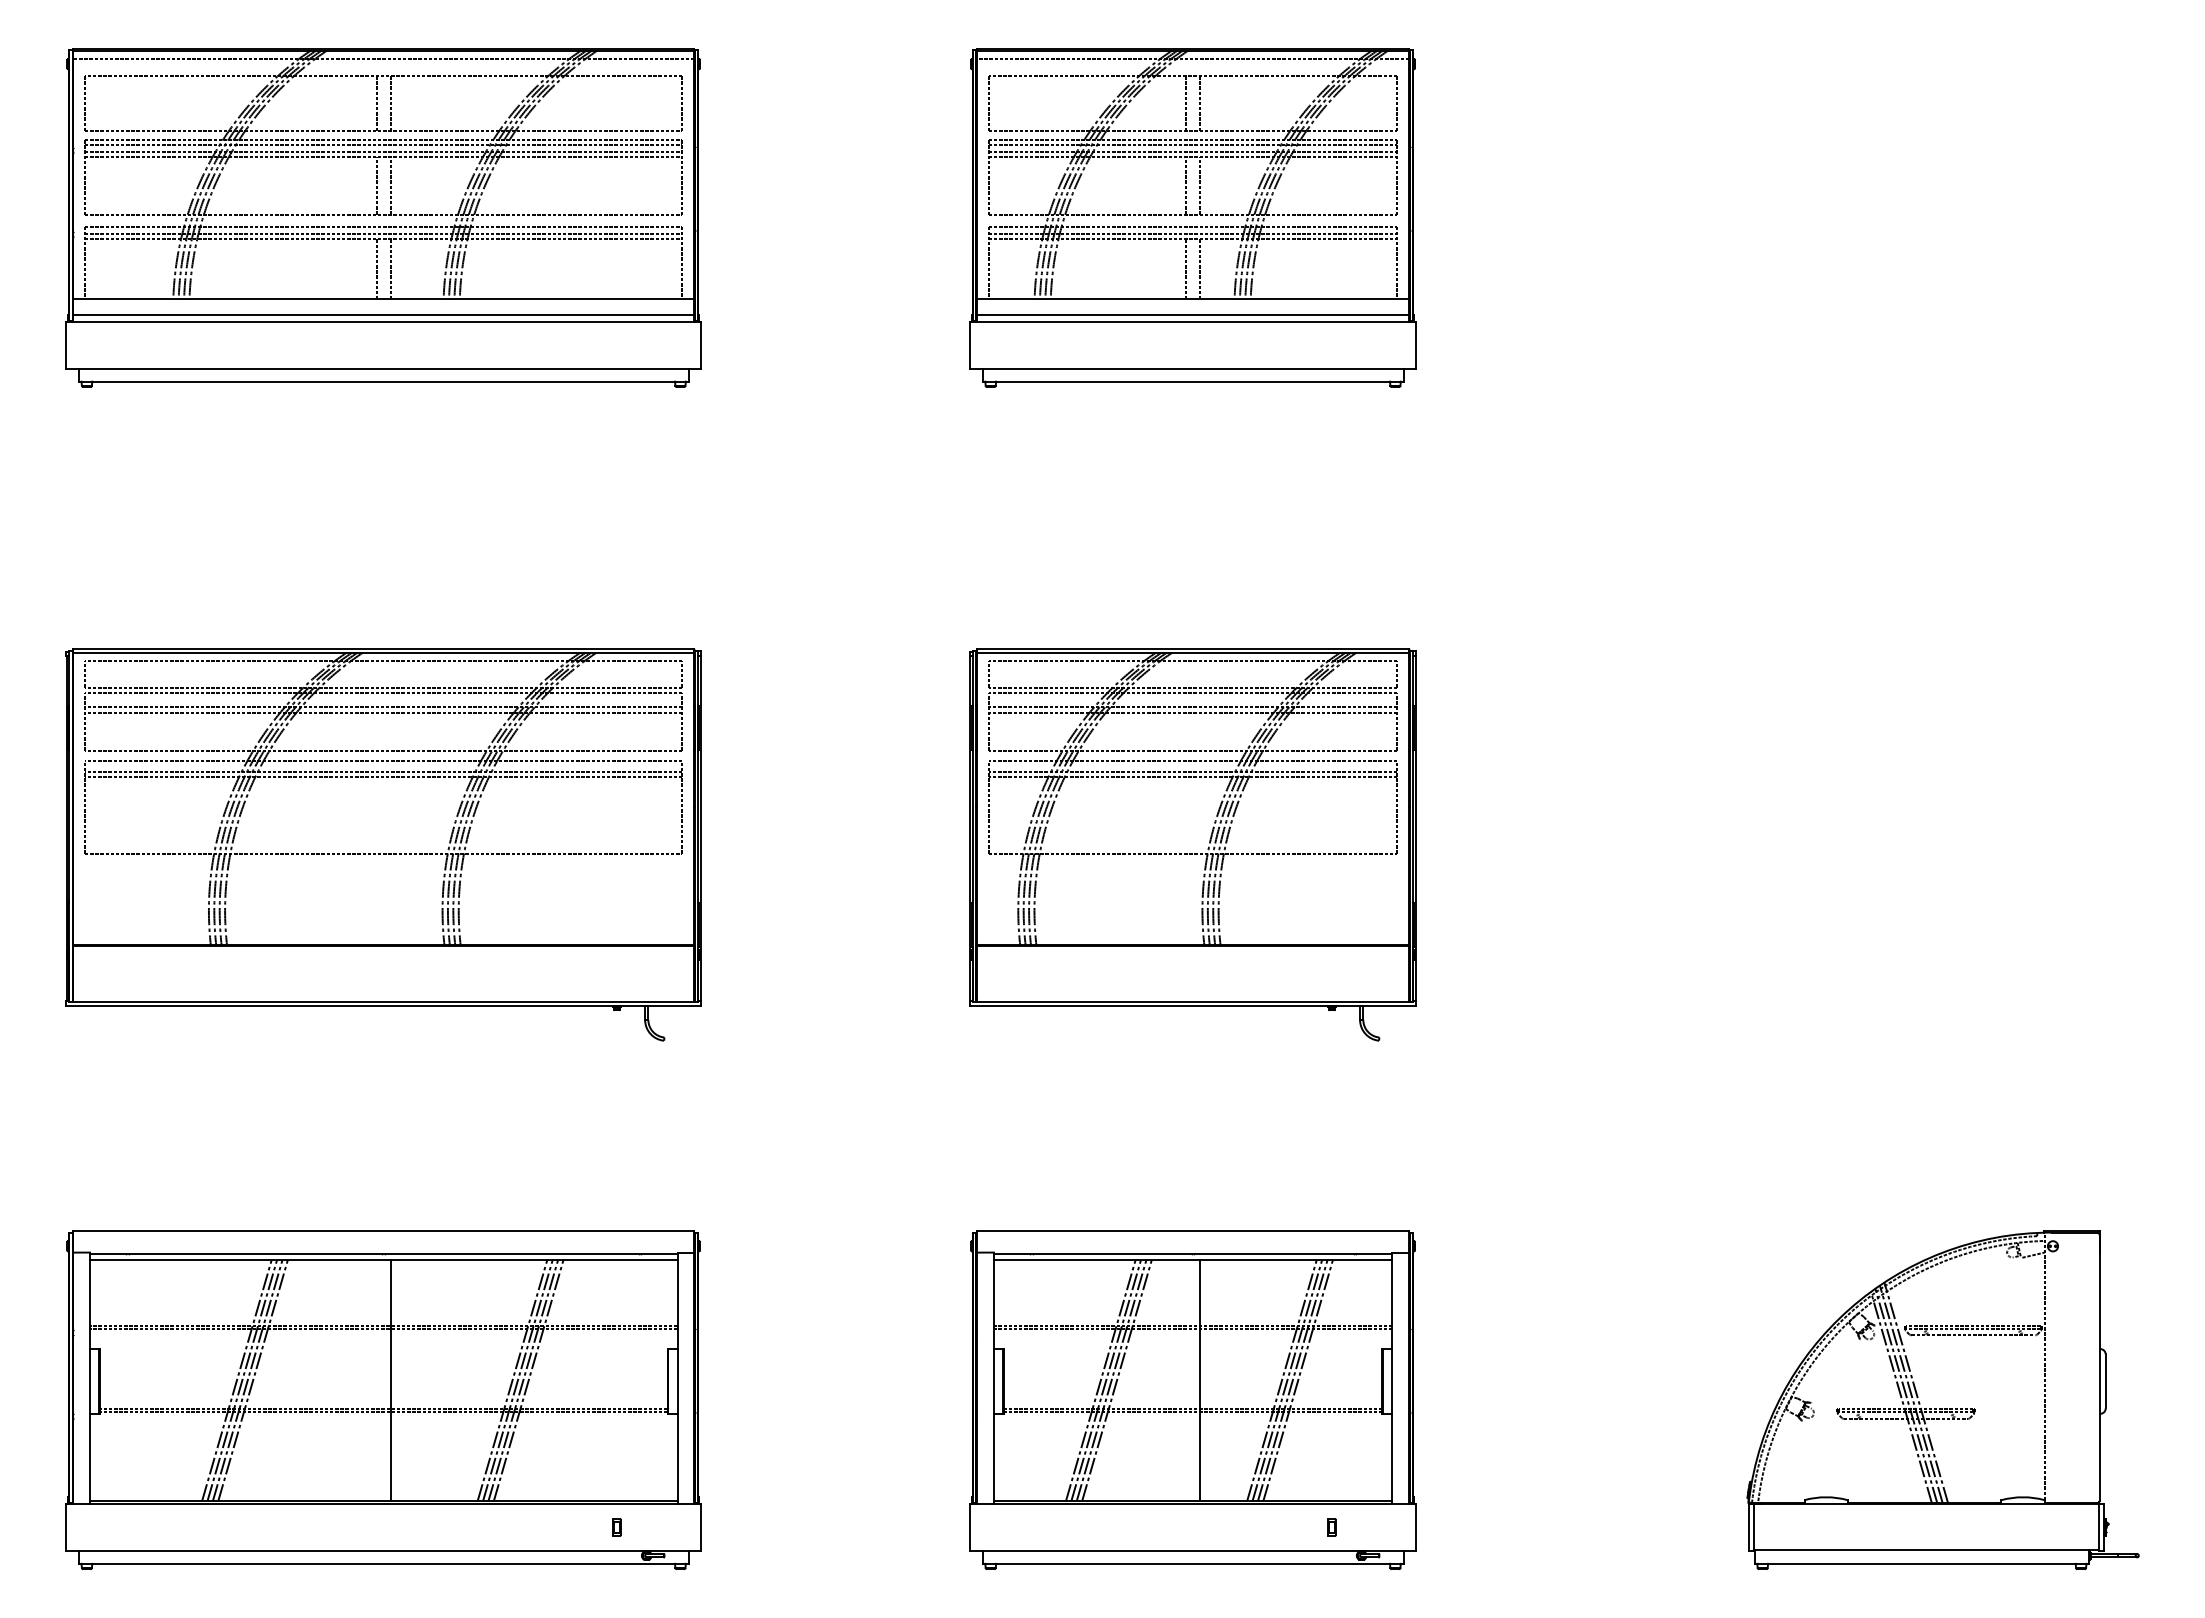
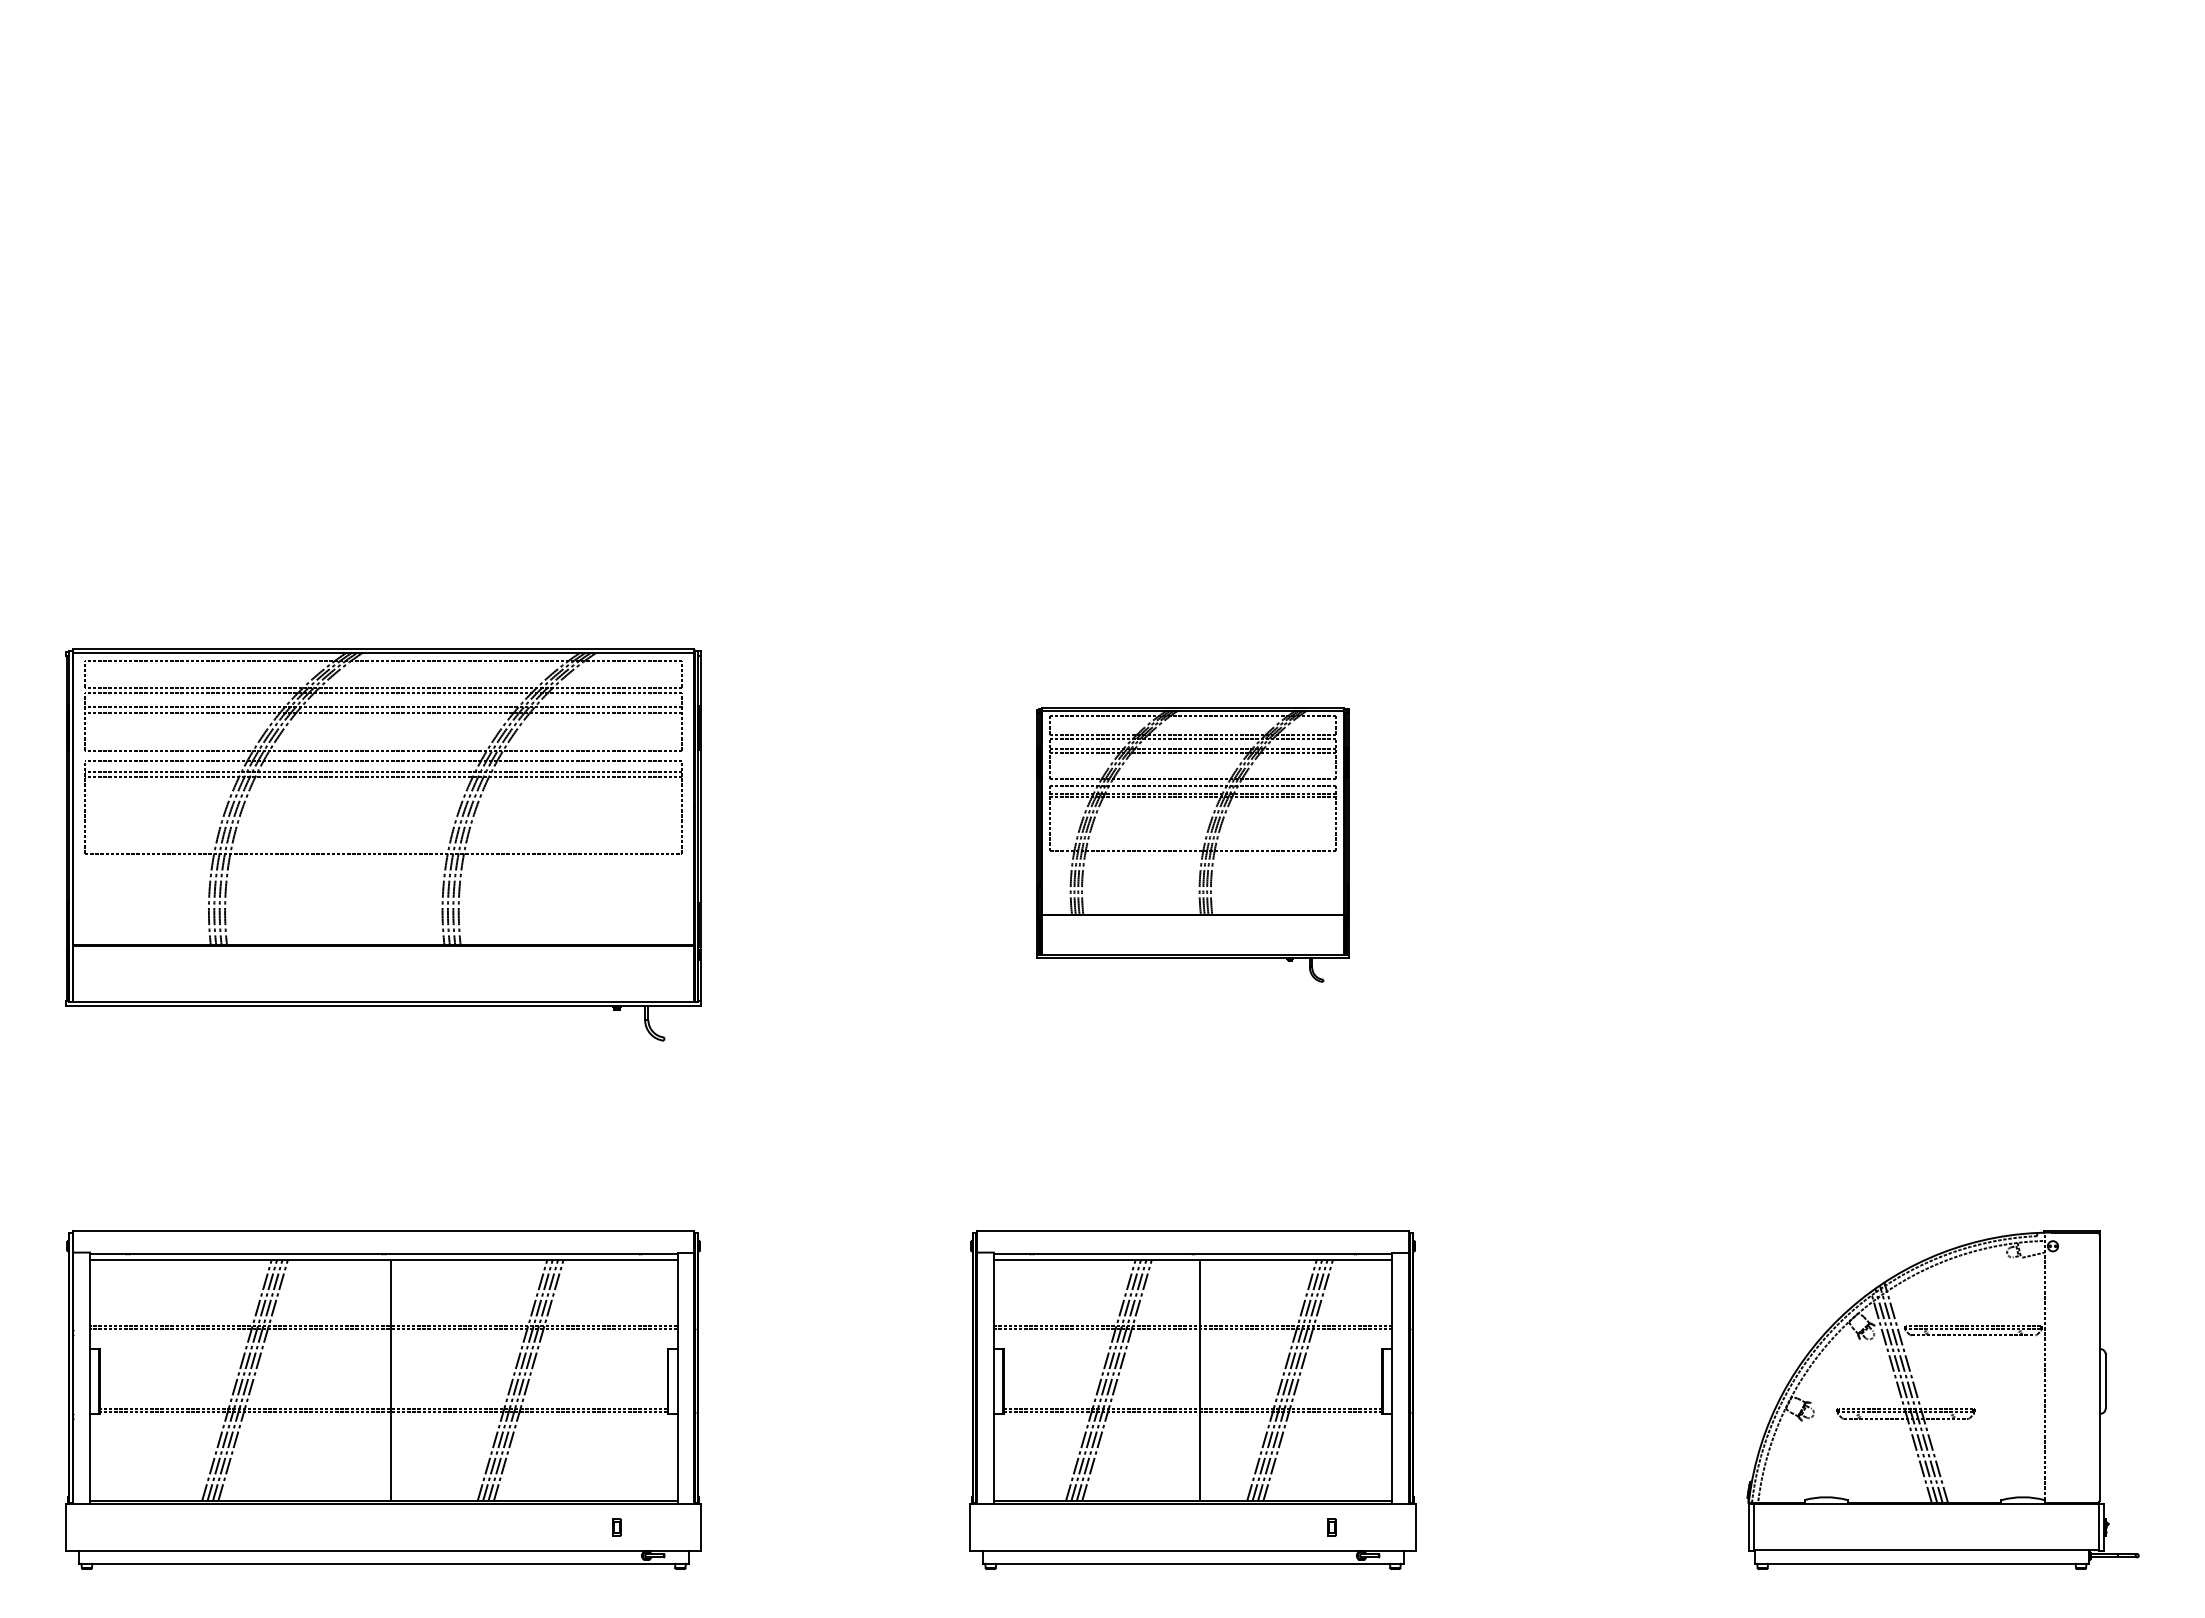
part at (383, 217): present -> none
part at (1192, 217): present -> none
part at (1192, 844) size: 448x394 px -> 314x276 px
